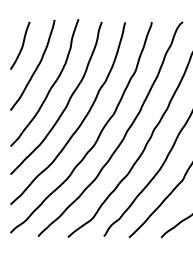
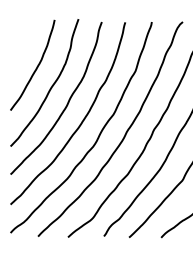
curve at (21, 46): present -> none
